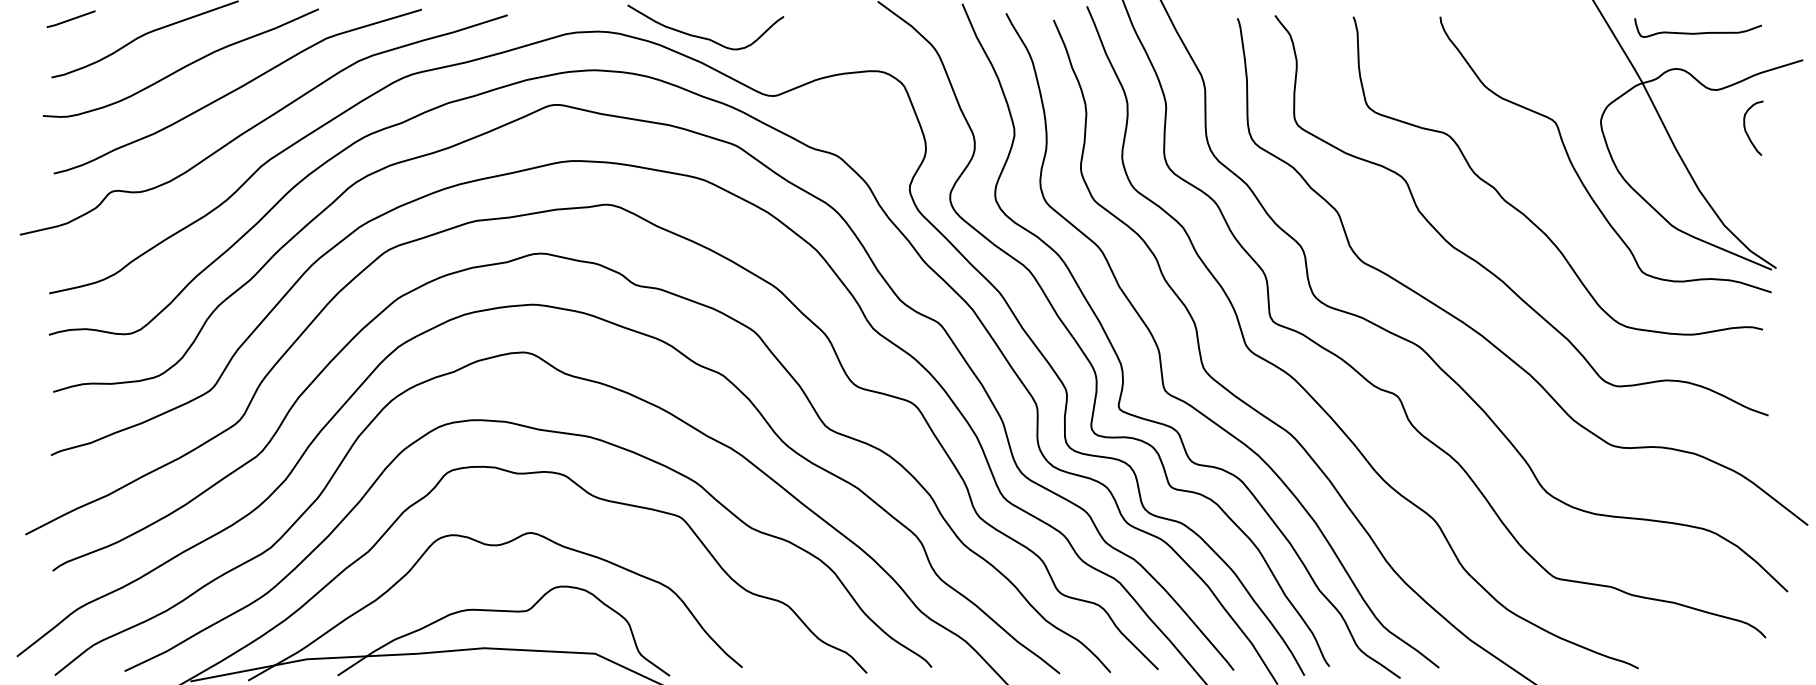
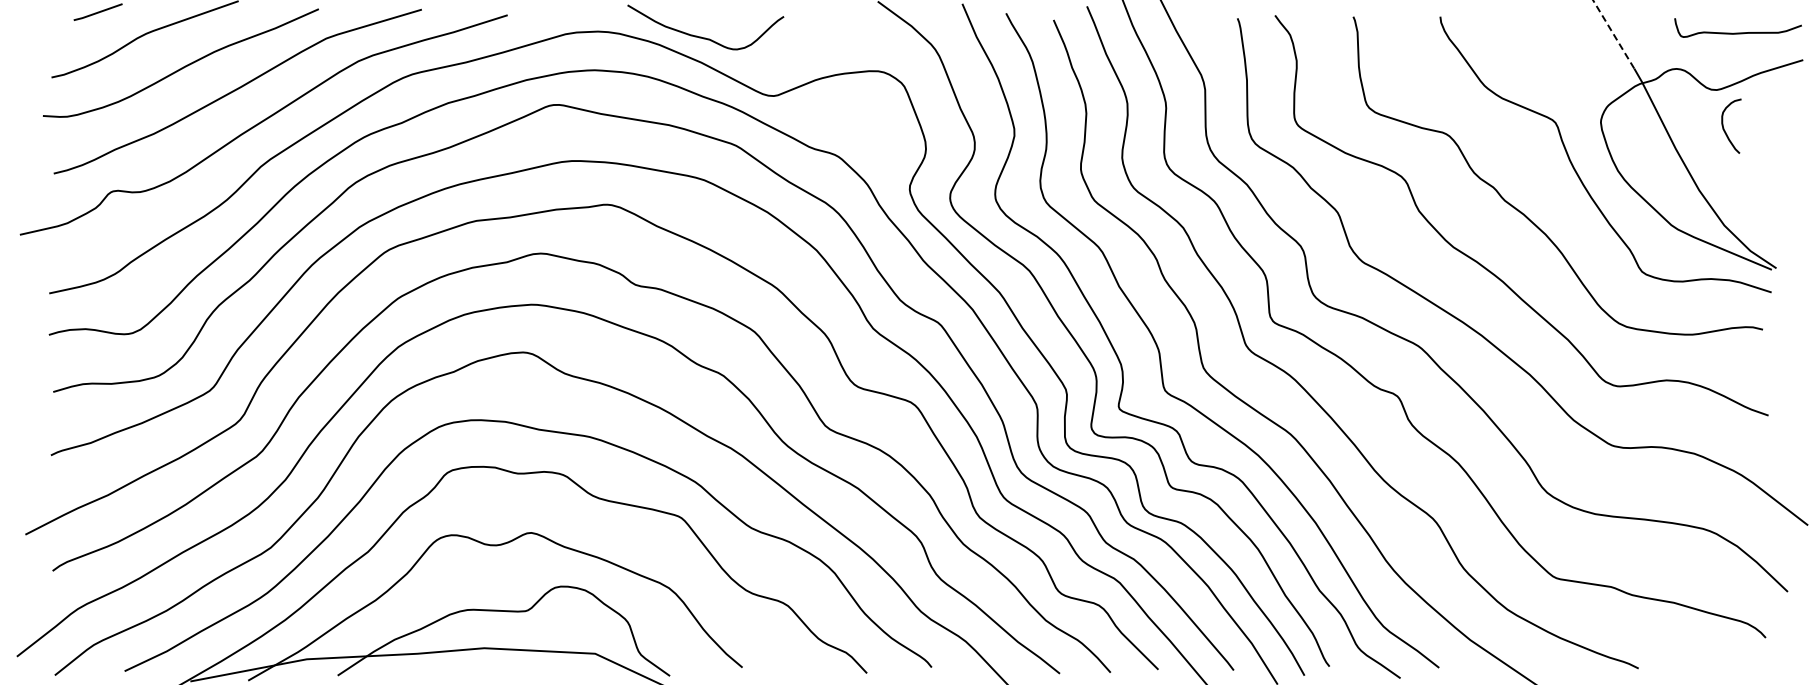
line at (70, 18) position: (70, 18) -> (97, 11)
curve at (1697, 32) position: (1697, 32) -> (1737, 32)
line at (1613, 34): solid -> dashed
curve at (1746, 130) position: (1746, 130) -> (1724, 128)
